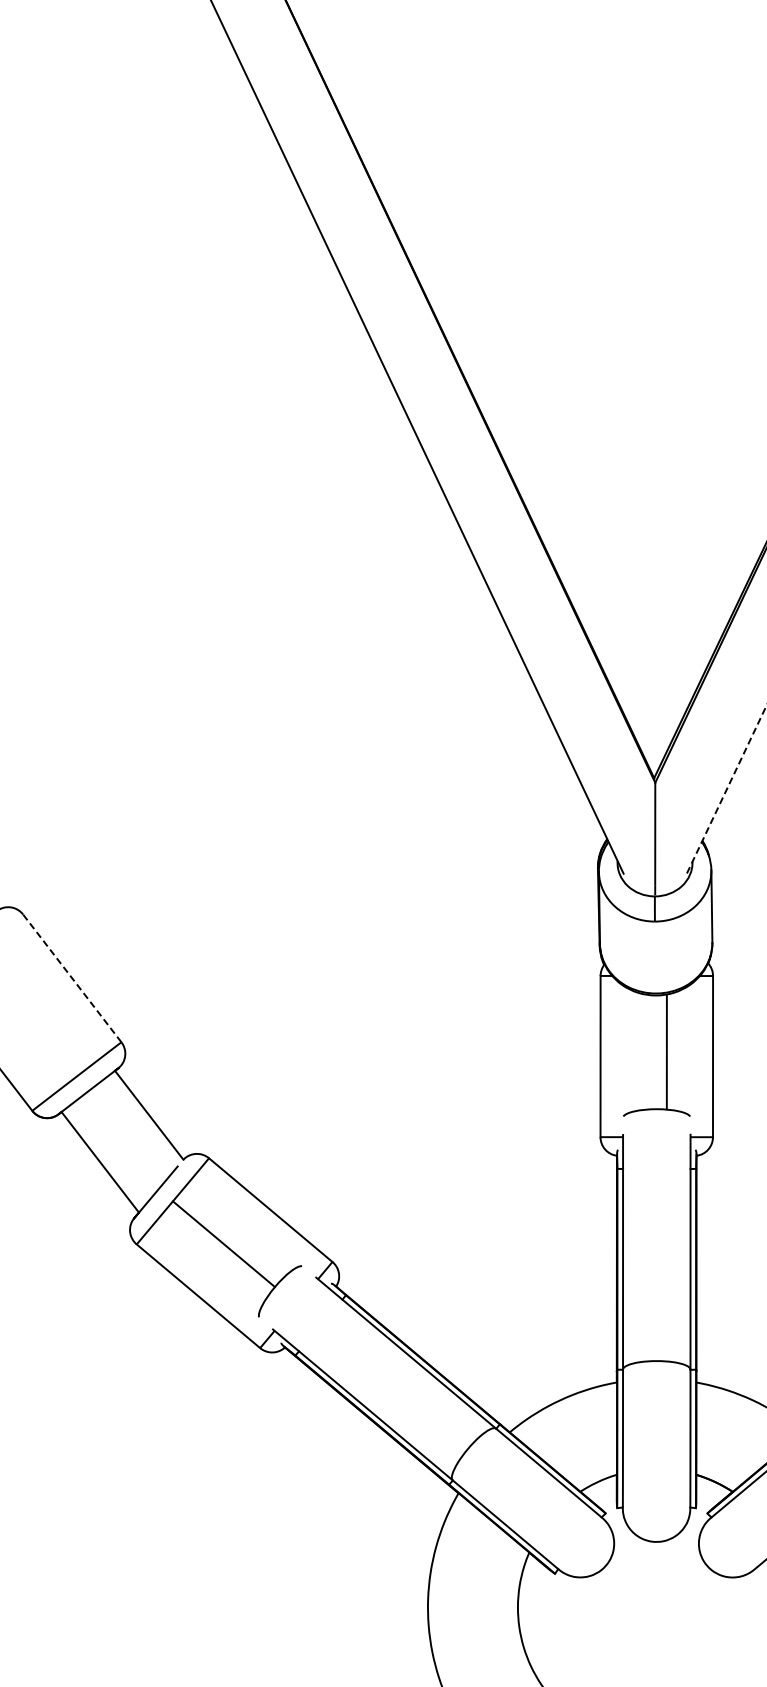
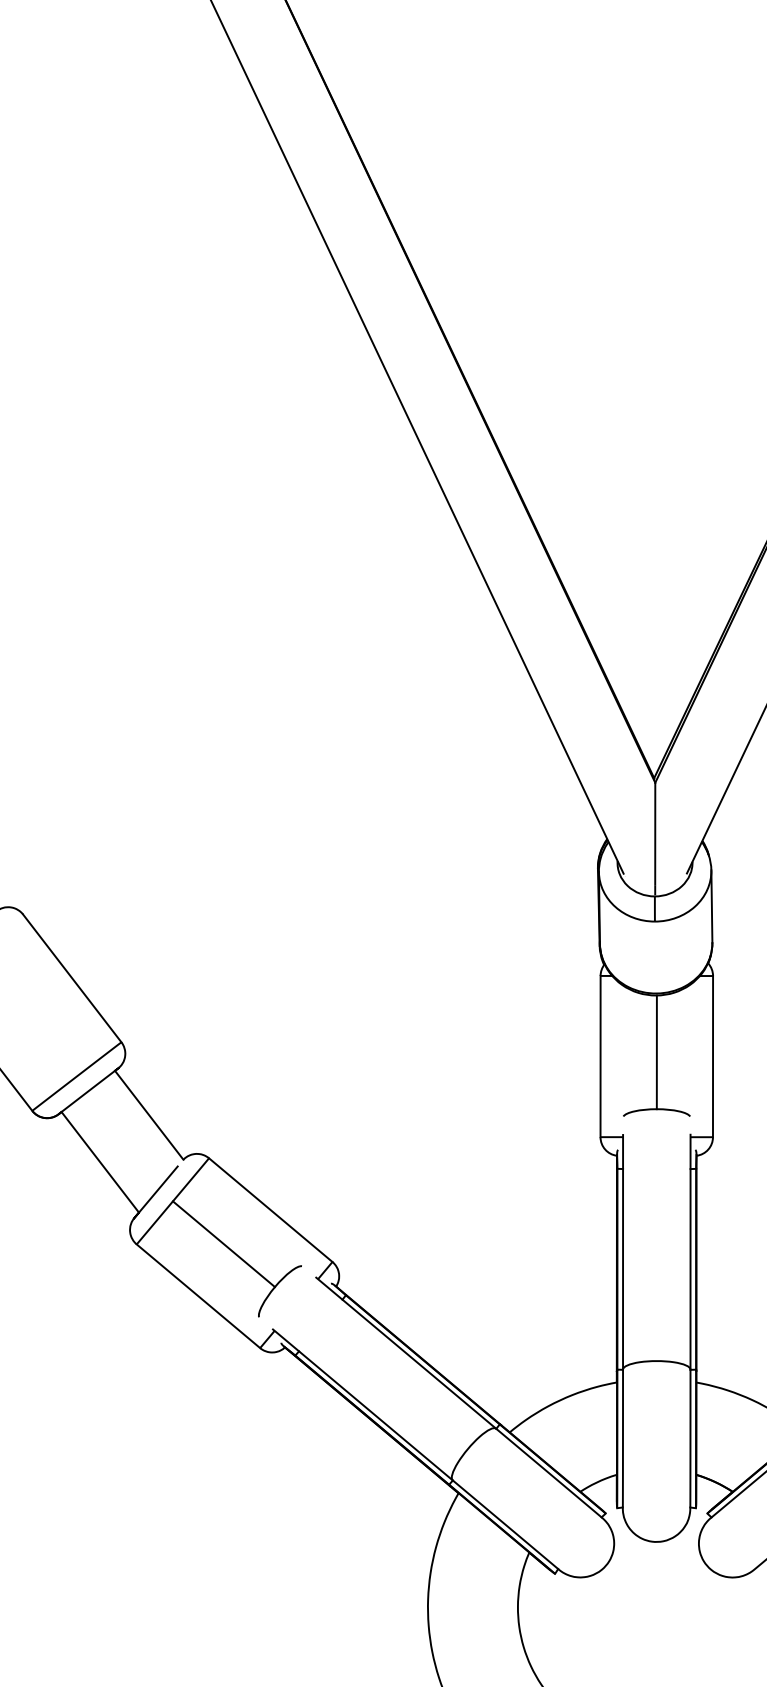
line at (726, 789): dashed -> solid
line at (72, 978): dashed -> solid
line at (666, 1052) position: (666, 1052) -> (656, 1052)
